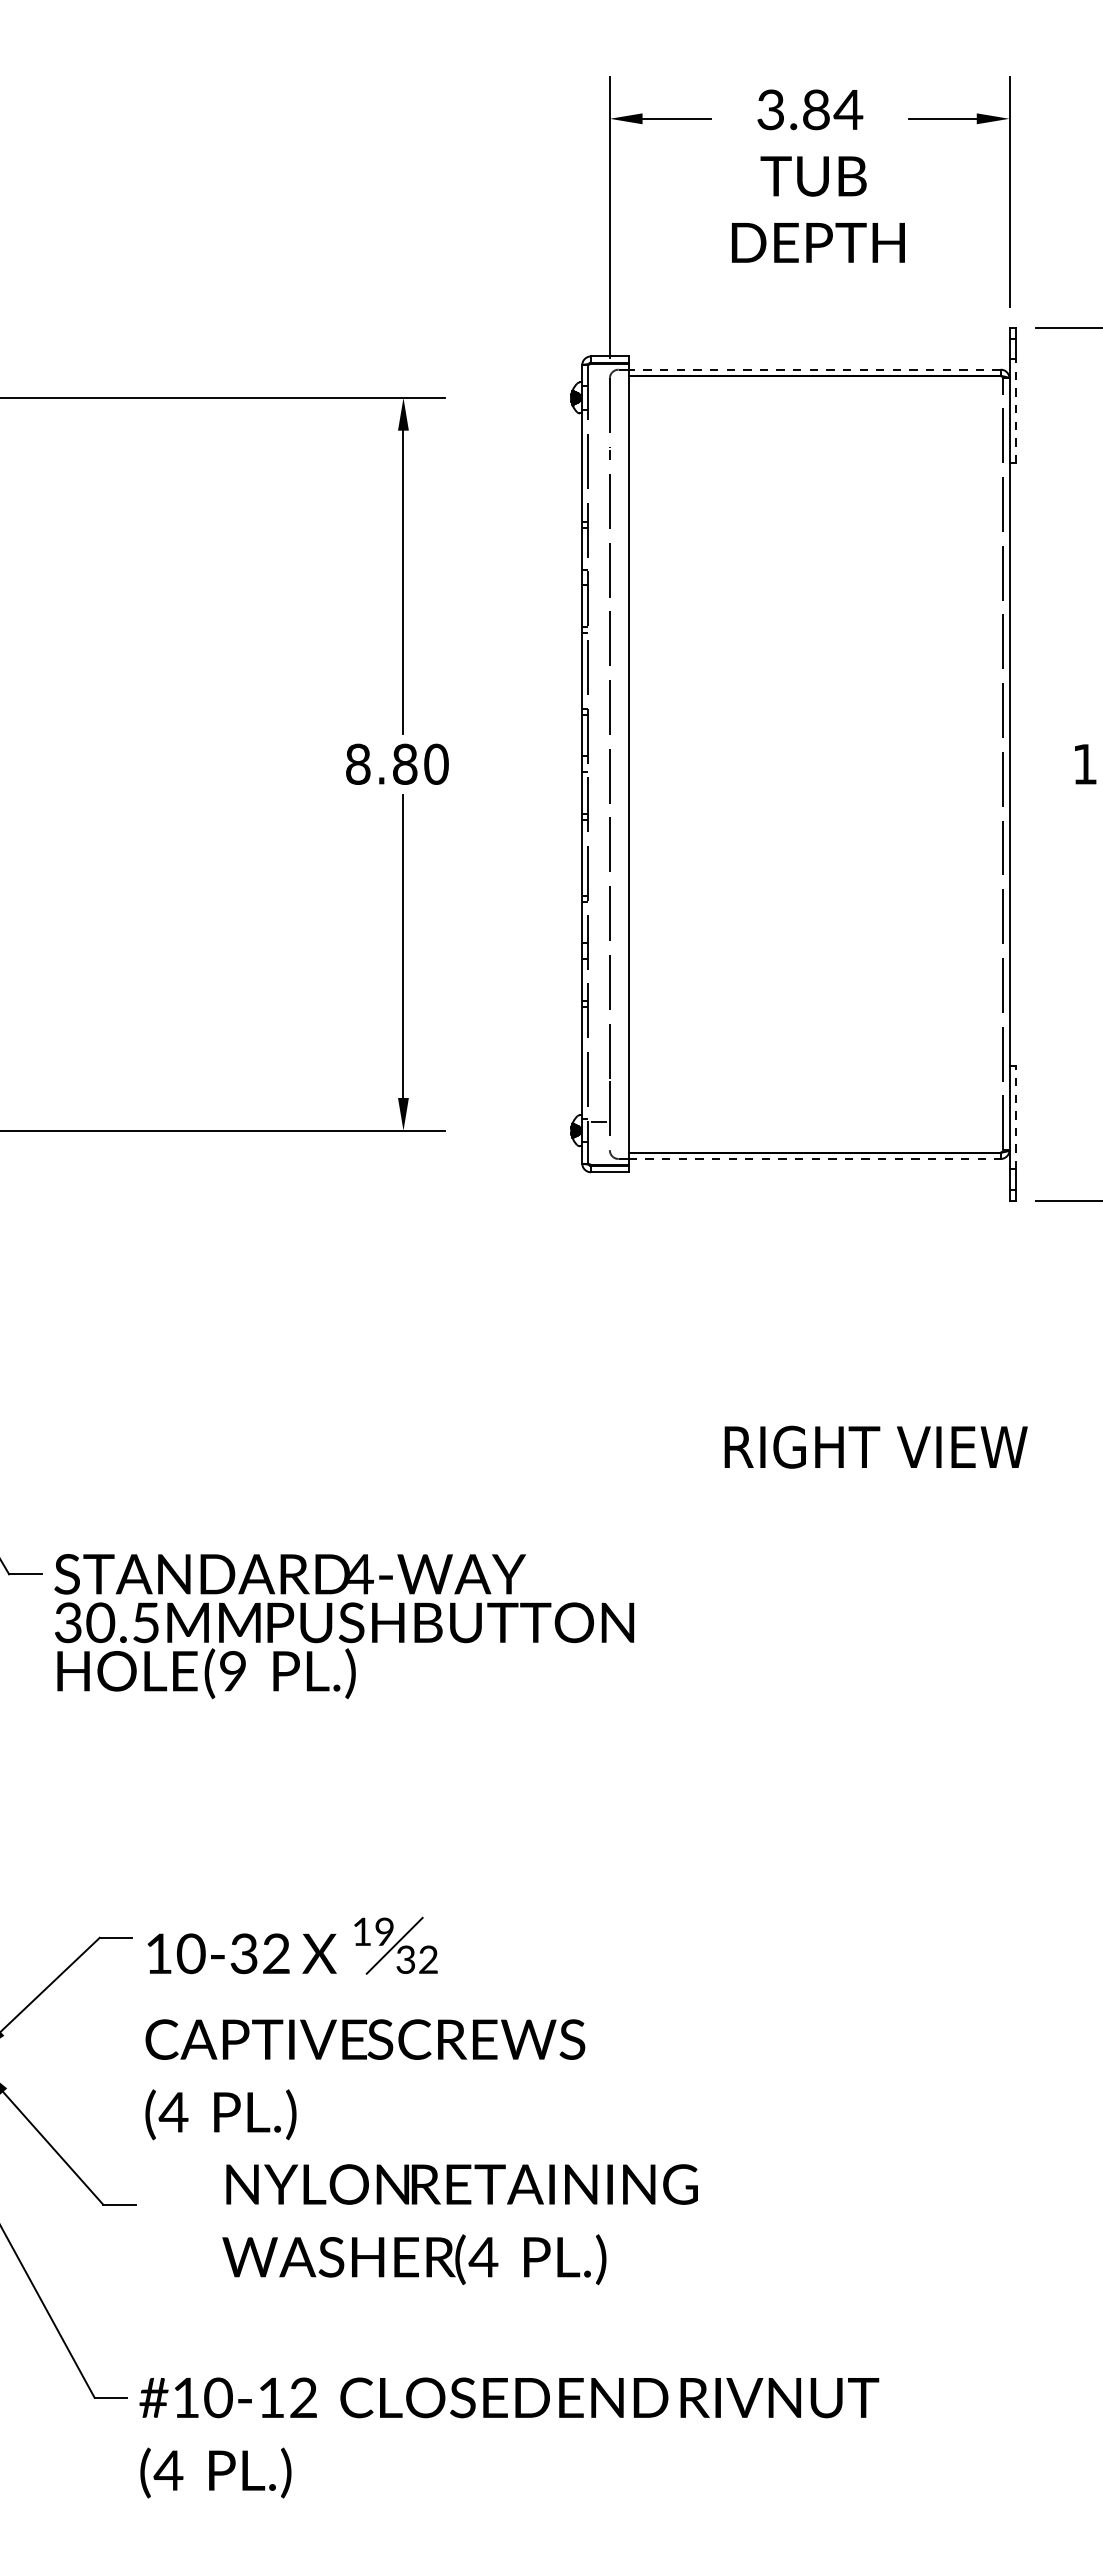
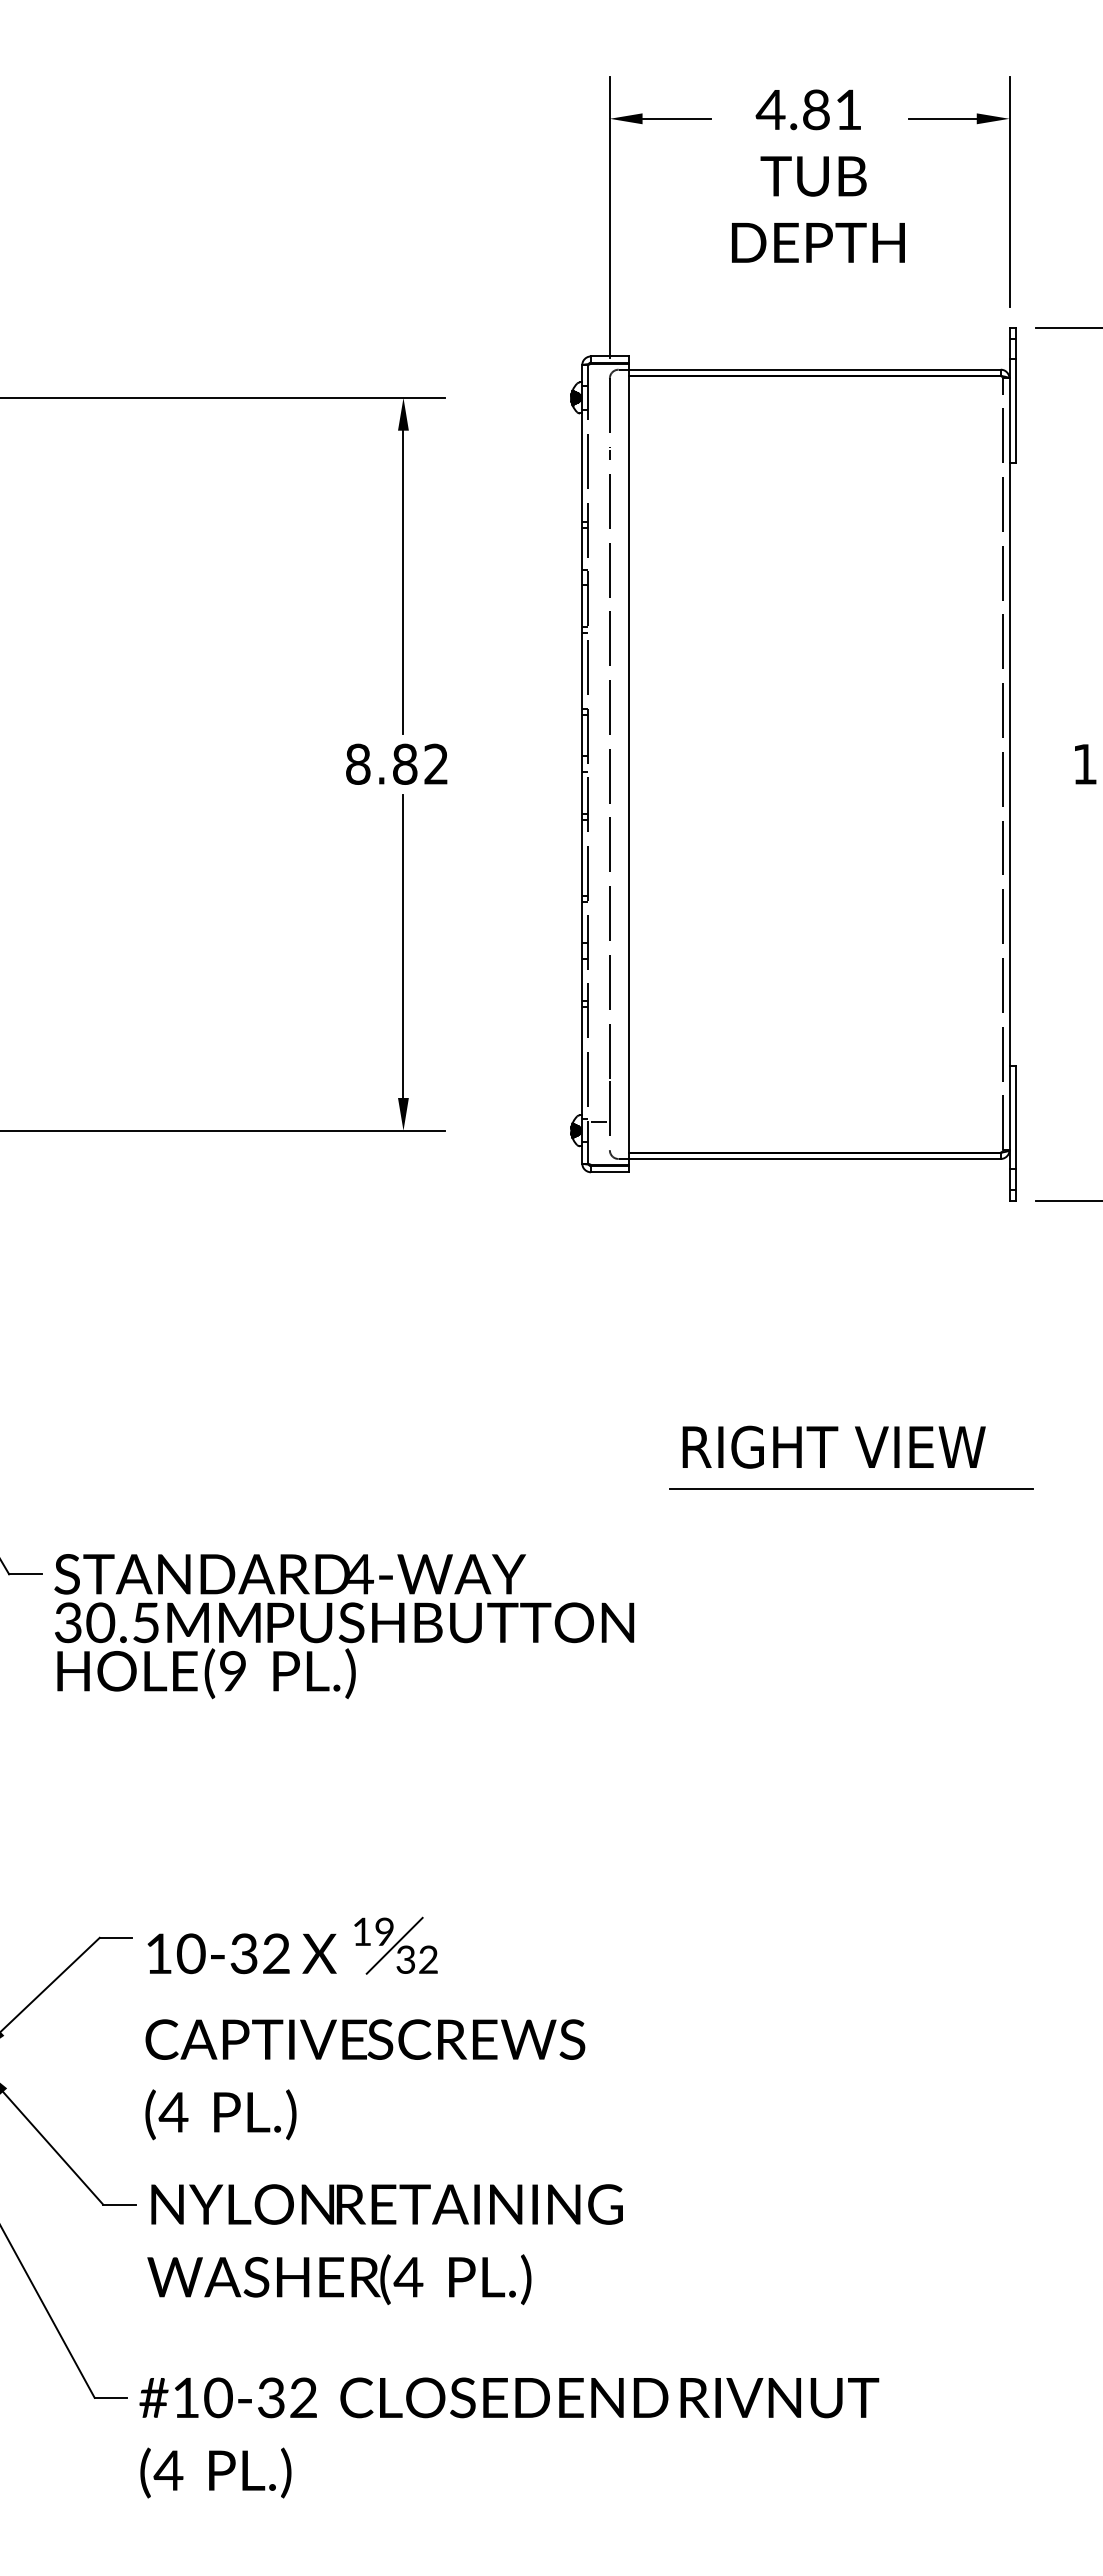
text at (809, 109): 3.84 -> 4.81
line at (814, 369): dashed -> solid
line at (1015, 411): dashed -> solid
text at (436, 763): 8.80 -> 8.82
line at (1015, 1117): dashed -> solid
line at (814, 1159): dashed -> solid
text at (875, 1446) position: (875, 1446) -> (833, 1446)
line at (850, 1488): none -> present
text at (459, 2224) position: (459, 2224) -> (384, 2244)
text at (271, 2397): #10-12 -> #10-32
